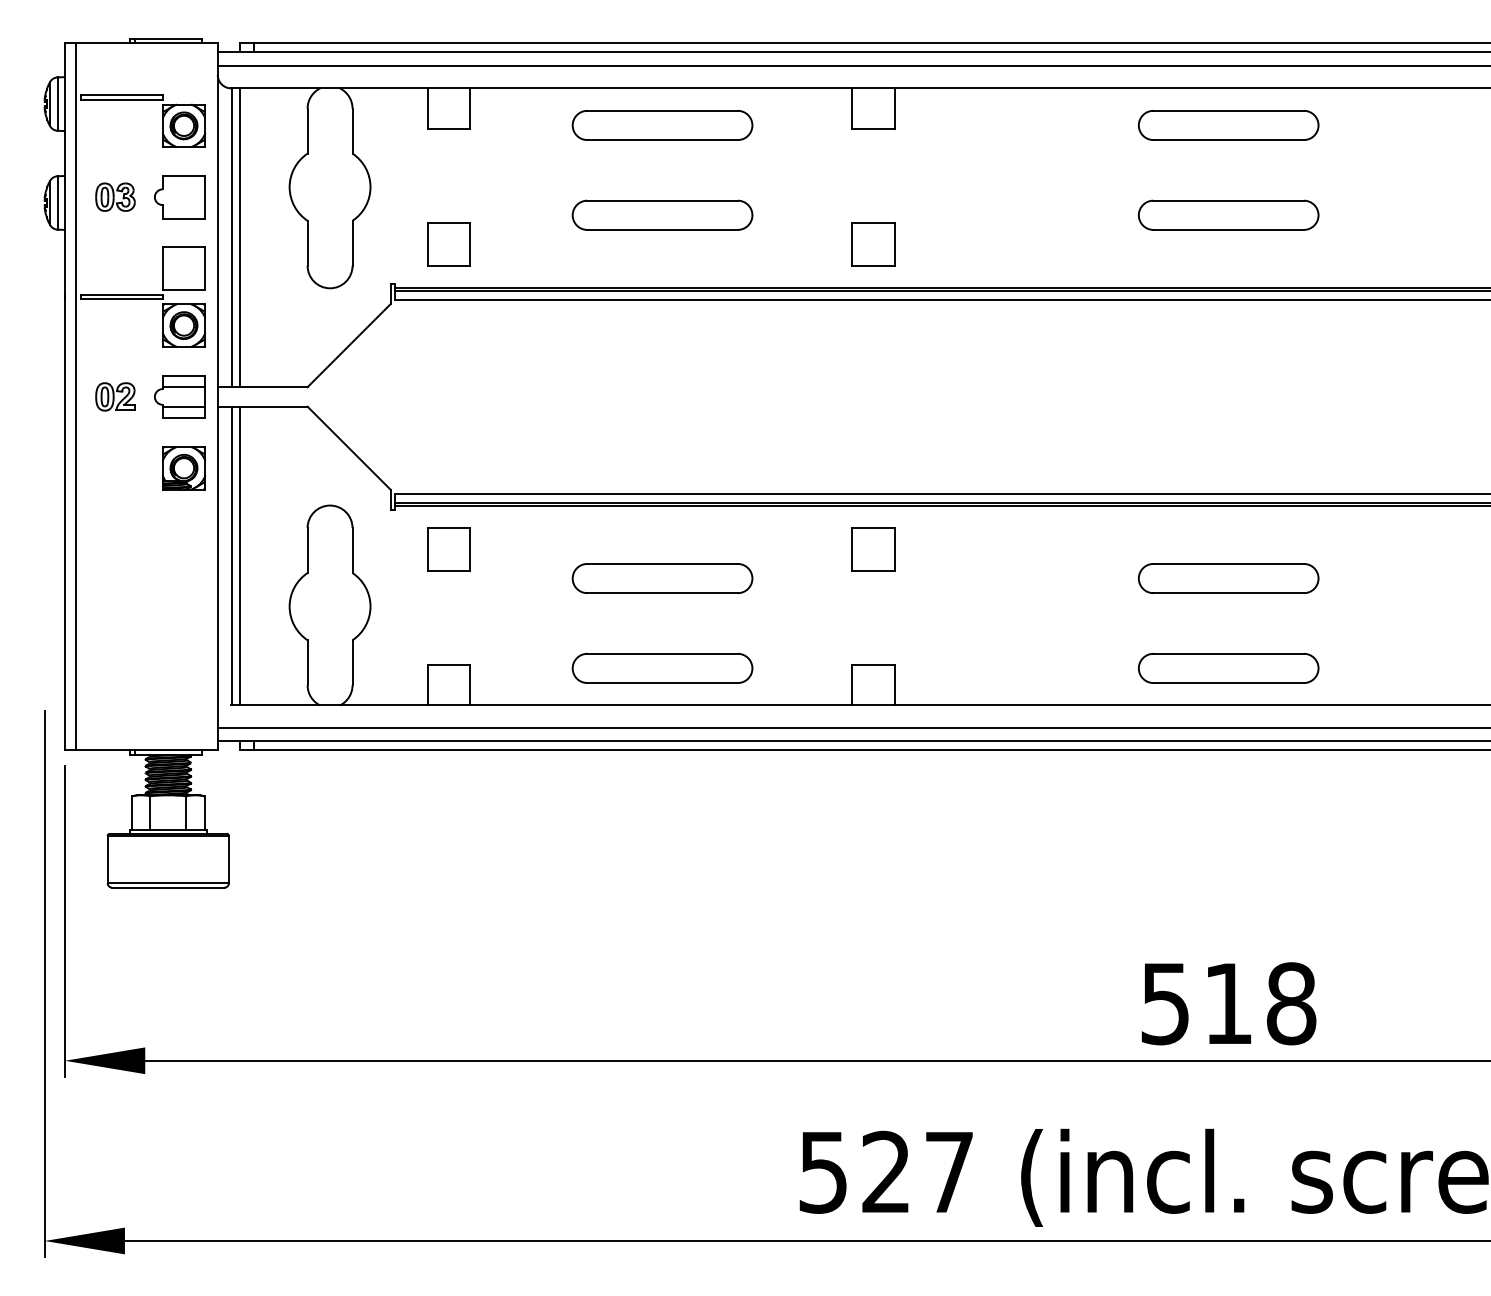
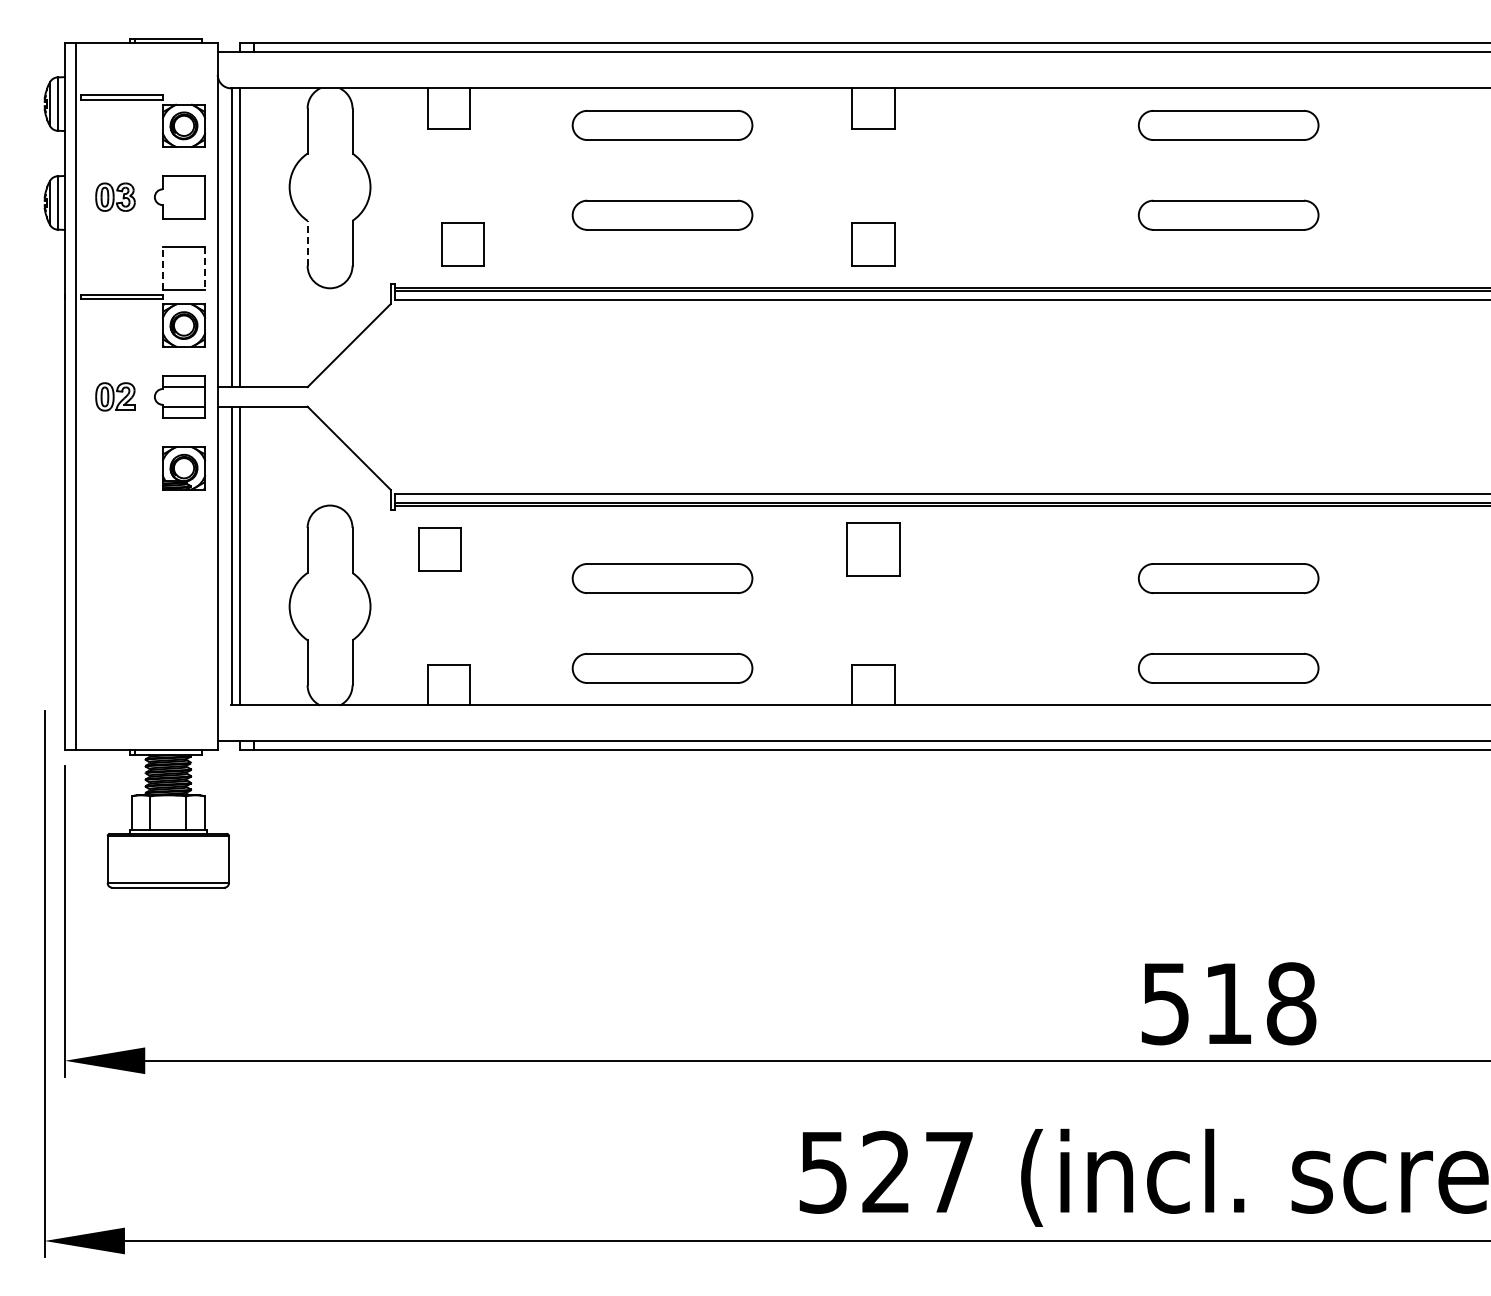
line at (852, 65): present -> none
line at (307, 243): solid -> dashed
part at (448, 244) position: (448, 244) -> (462, 244)
line at (162, 268): solid -> dashed
line at (205, 269): solid -> dashed
part at (448, 549) position: (448, 549) -> (439, 549)
part at (873, 549) size: 45x45 px -> 55x55 px
line at (852, 727): present -> none
